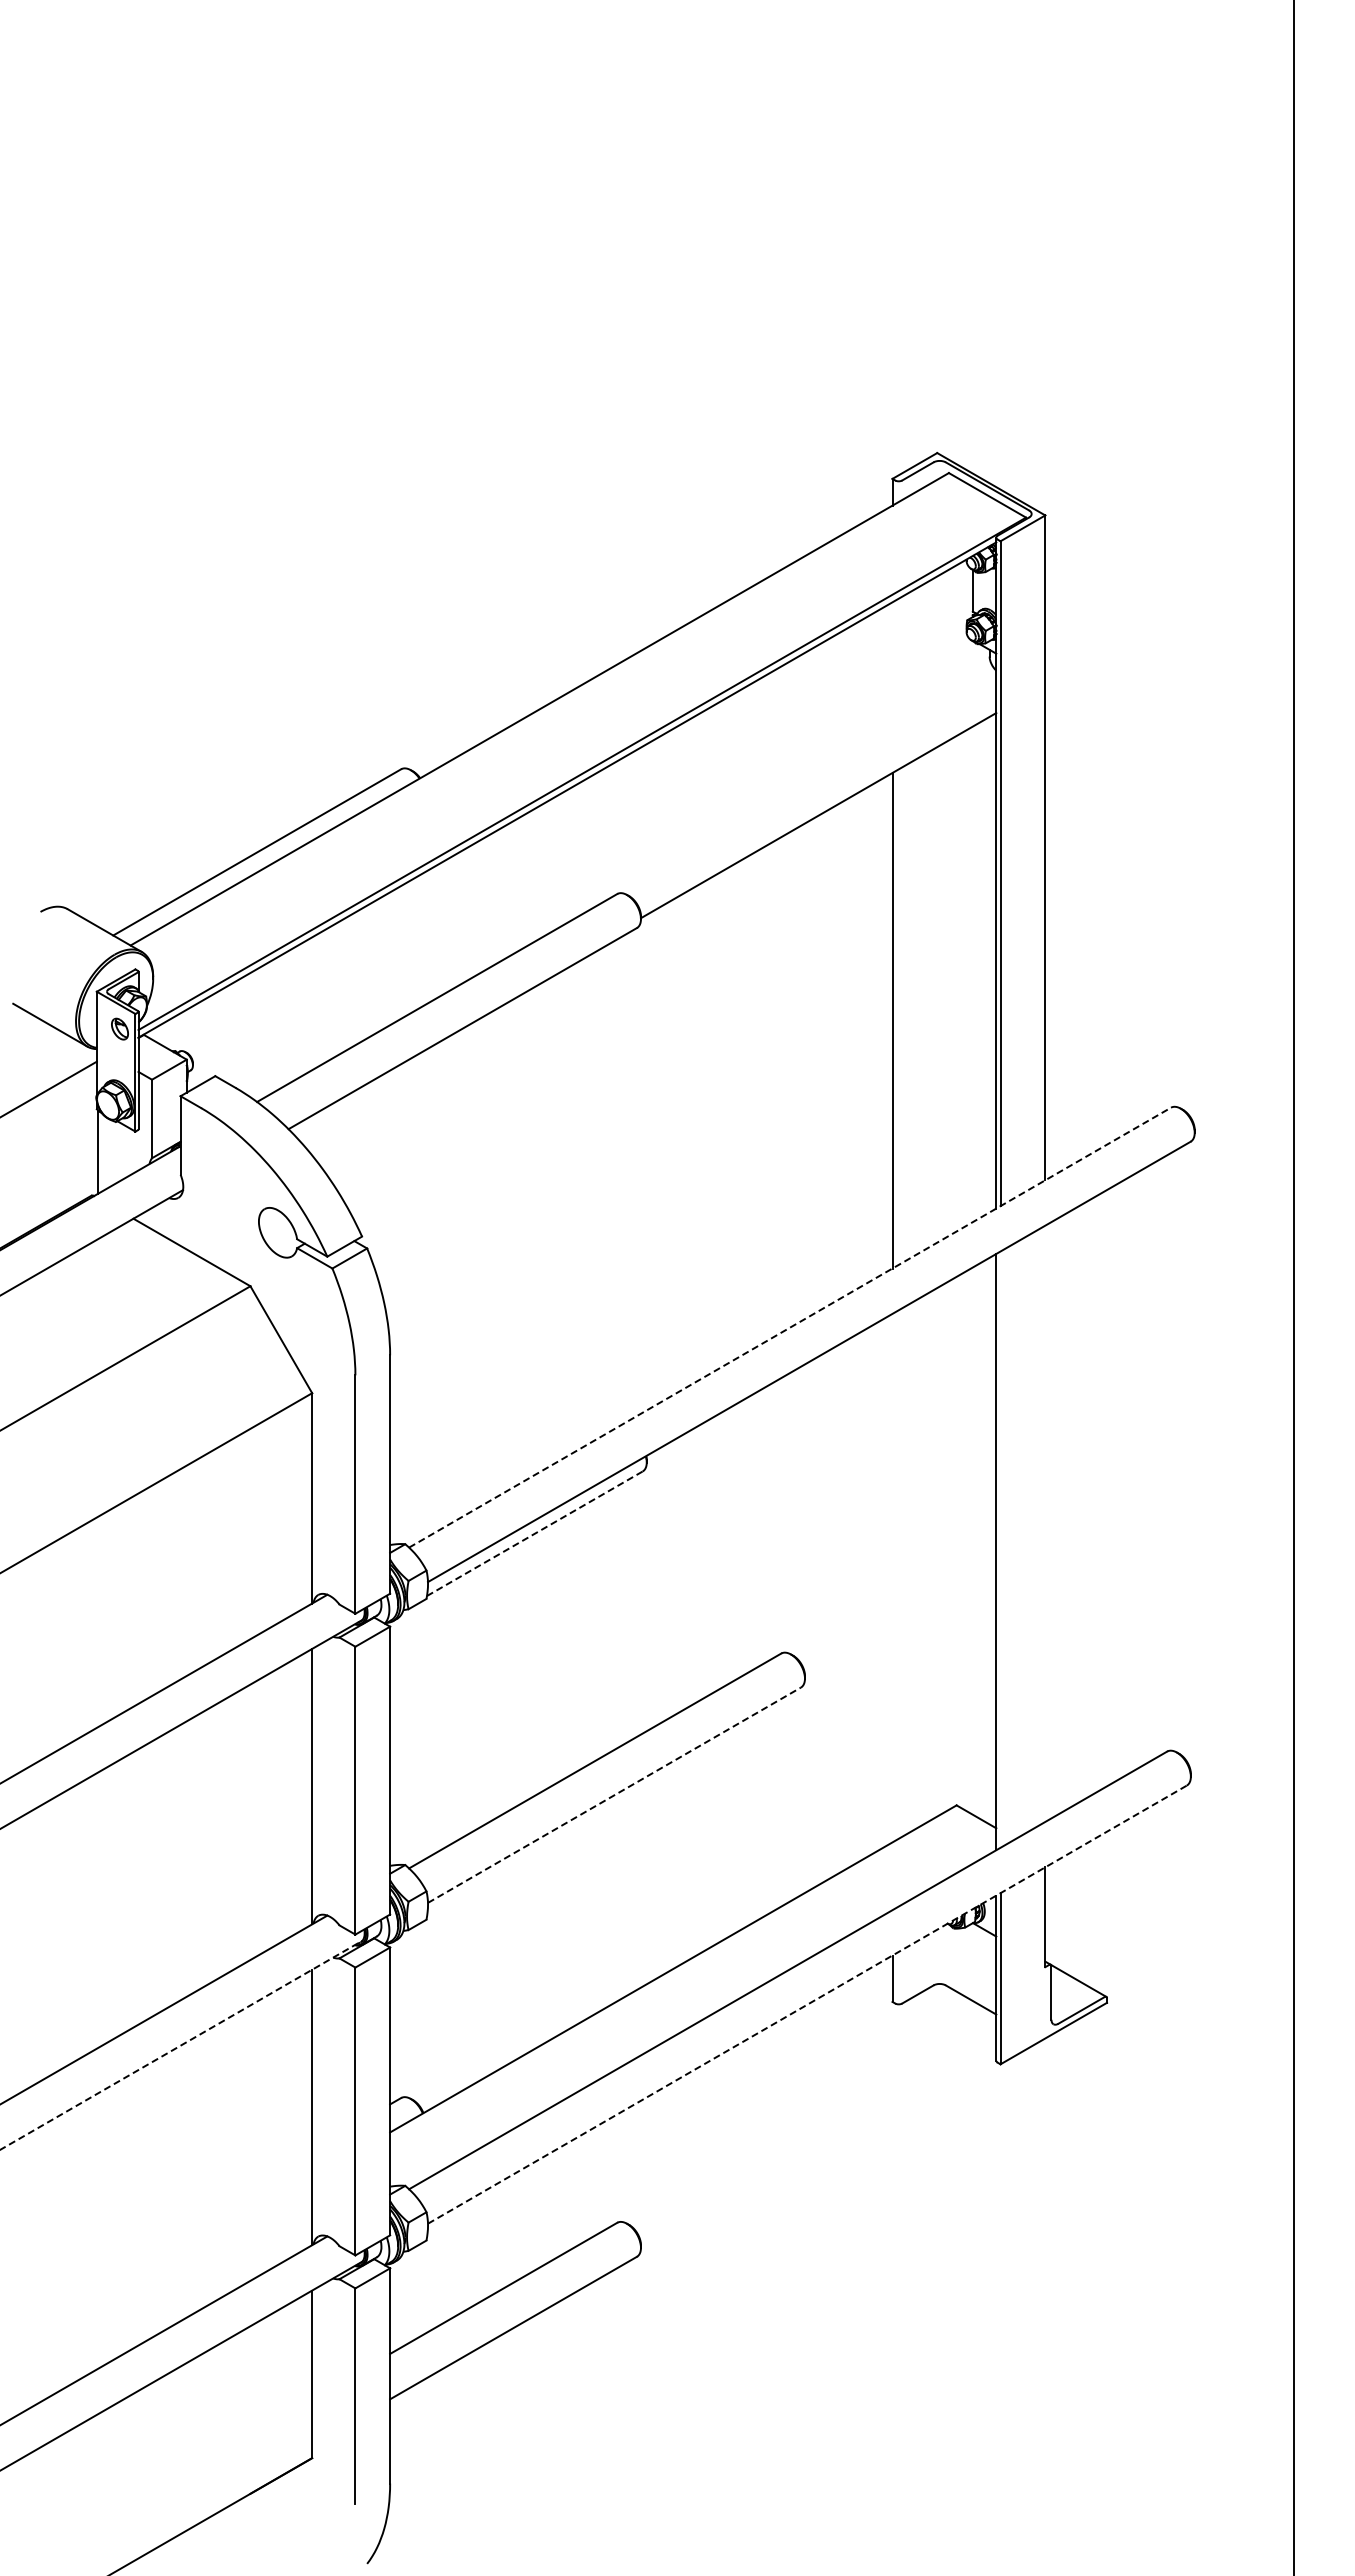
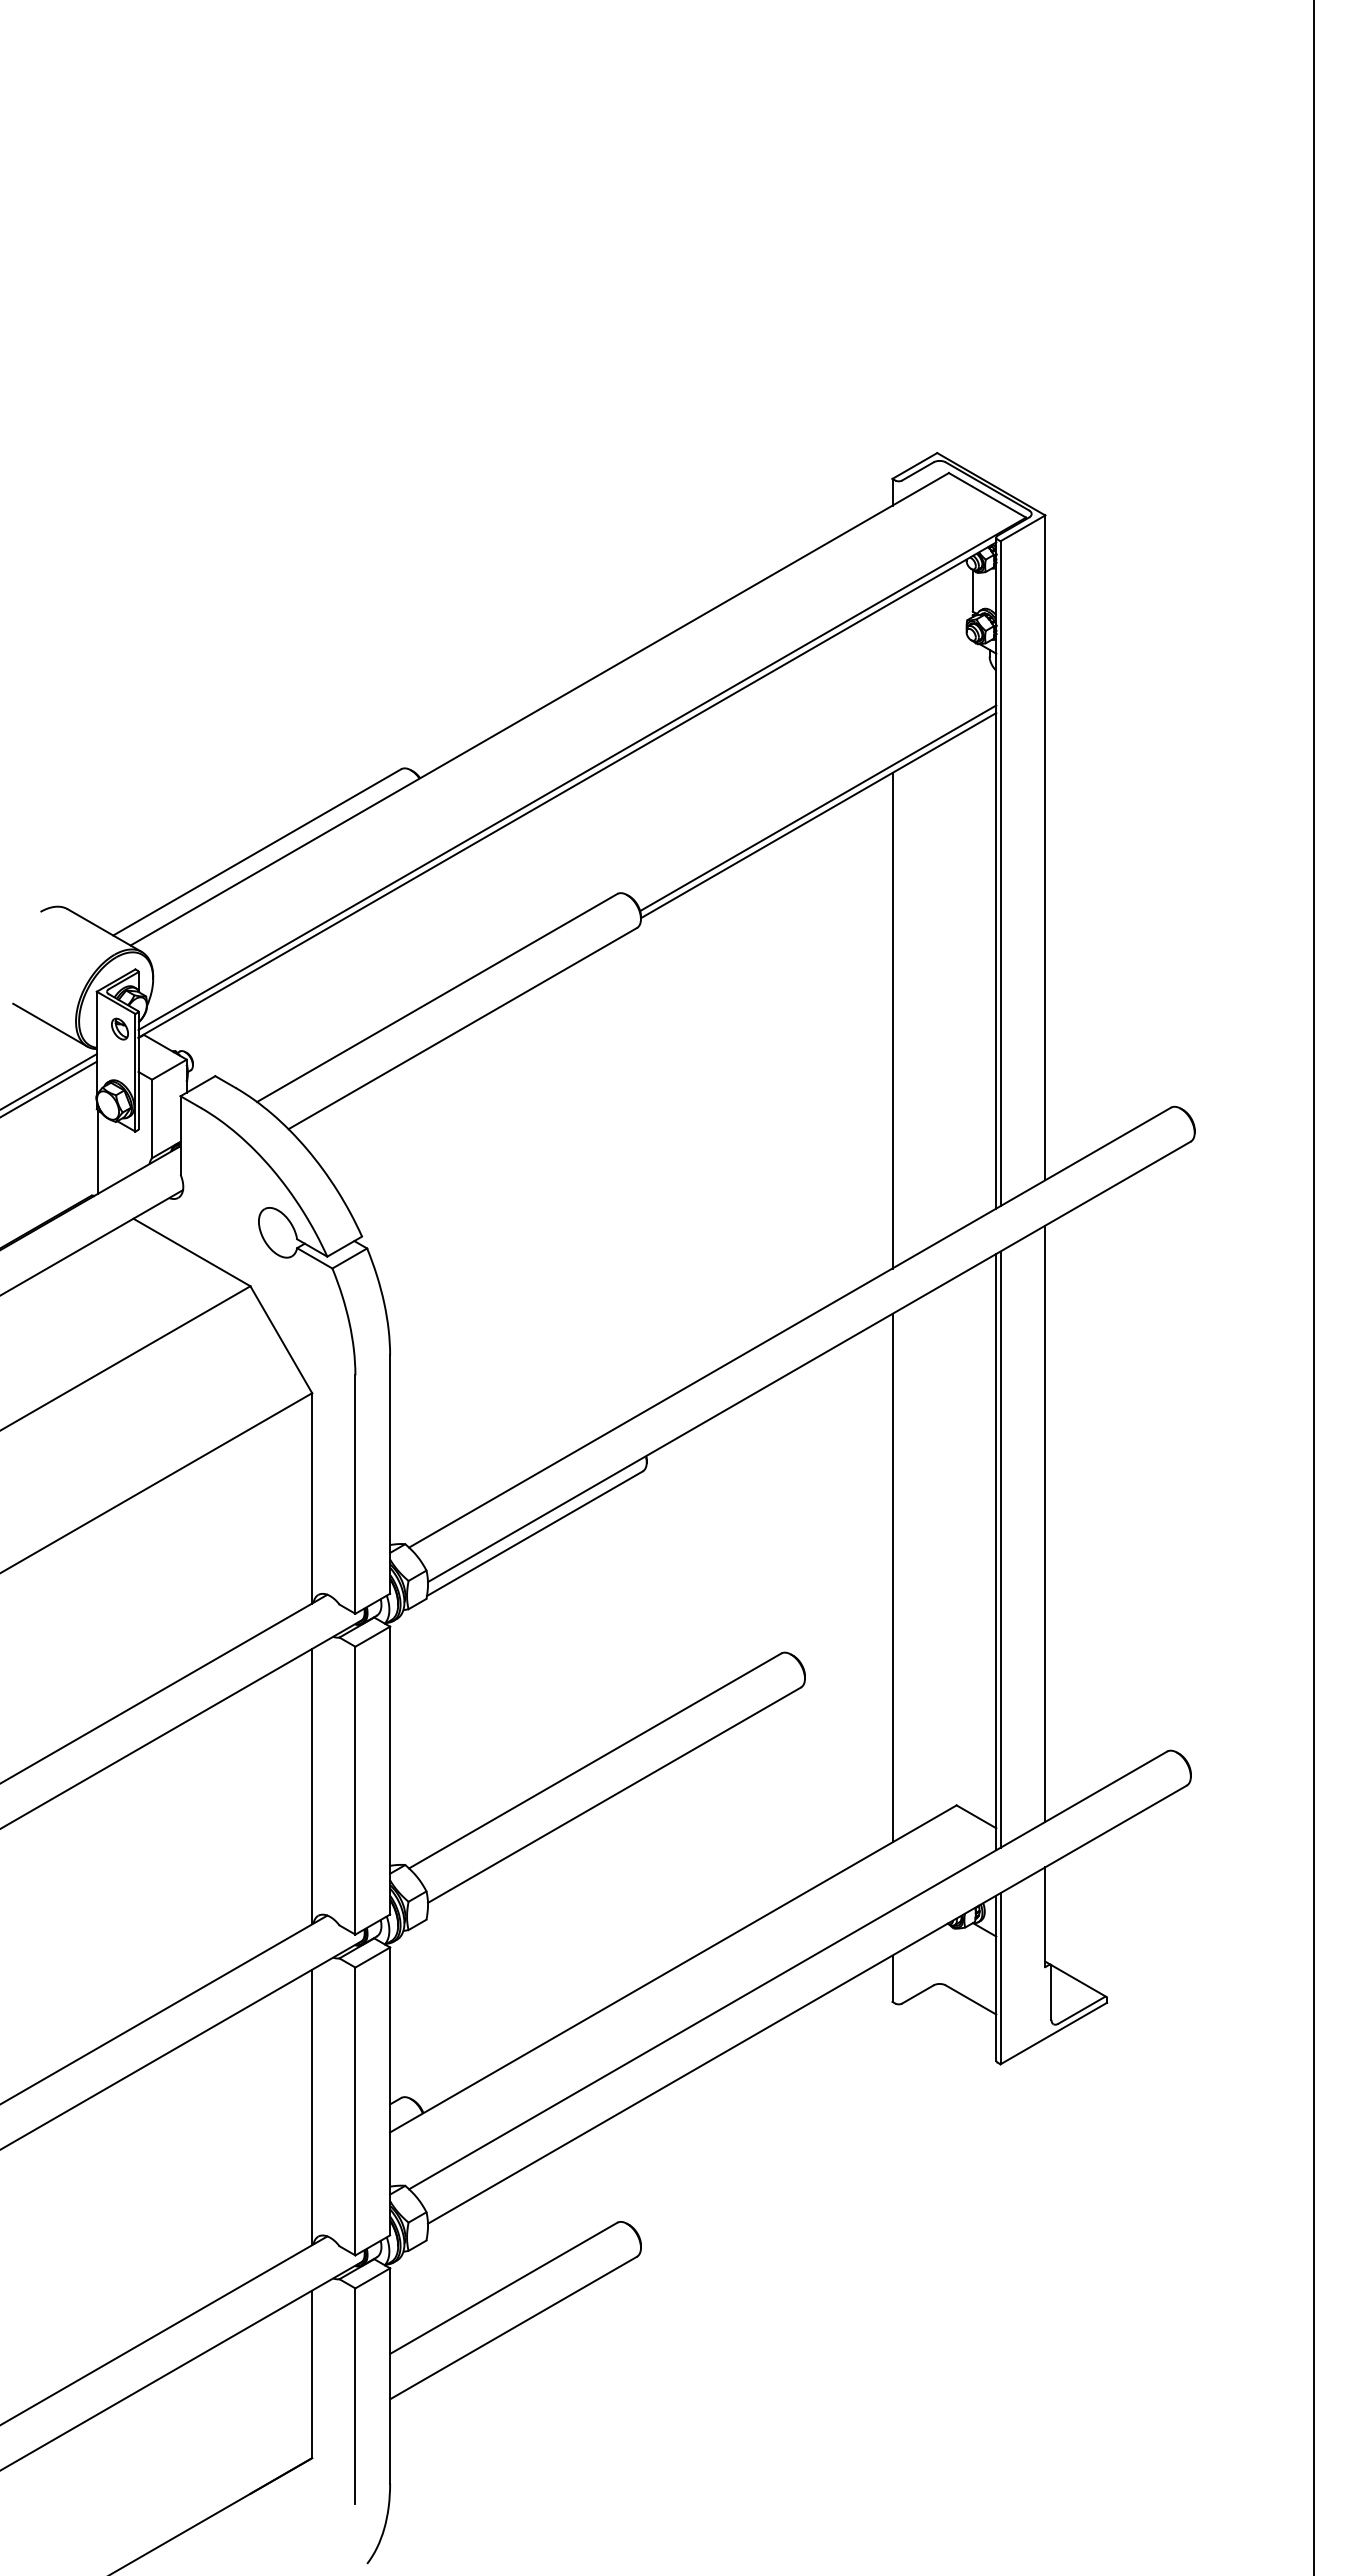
line at (818, 808): none -> present
line at (49, 1081): none -> present
line at (1294, 1287) position: (1294, 1287) -> (1314, 1287)
line at (790, 1327): dashed -> solid
line at (1045, 1523): none -> present
line at (534, 1533): dashed -> solid
line at (1000, 1549): none -> present
line at (892, 1577): none -> present
line at (614, 1795): dashed -> solid
line at (807, 2004): dashed -> solid
line at (181, 2045): dashed -> solid
